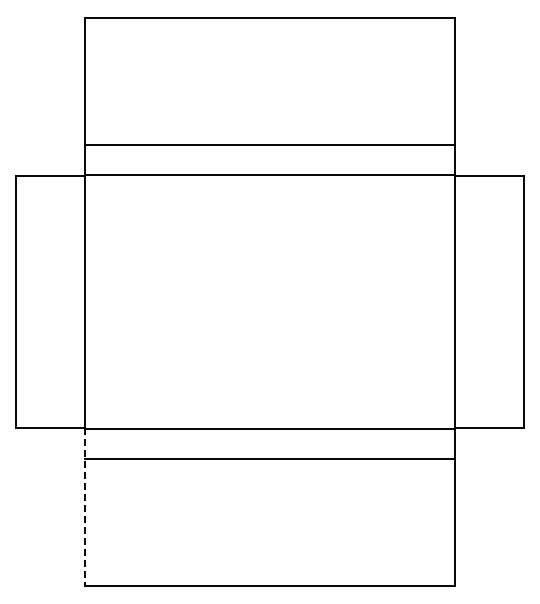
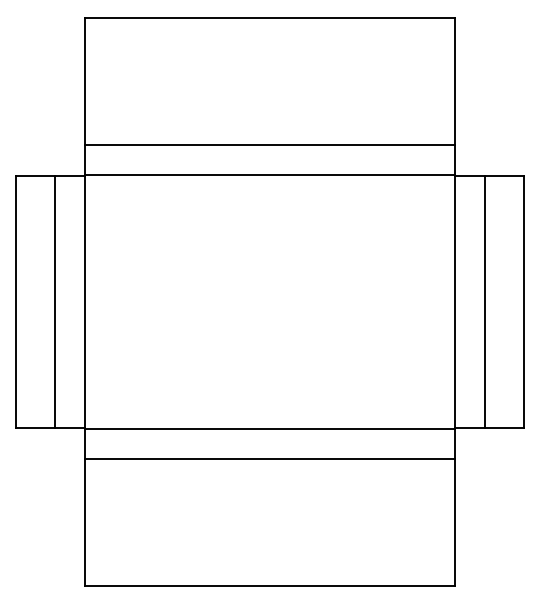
line at (55, 301): none -> present
line at (484, 301): none -> present
line at (85, 506): dashed -> solid
